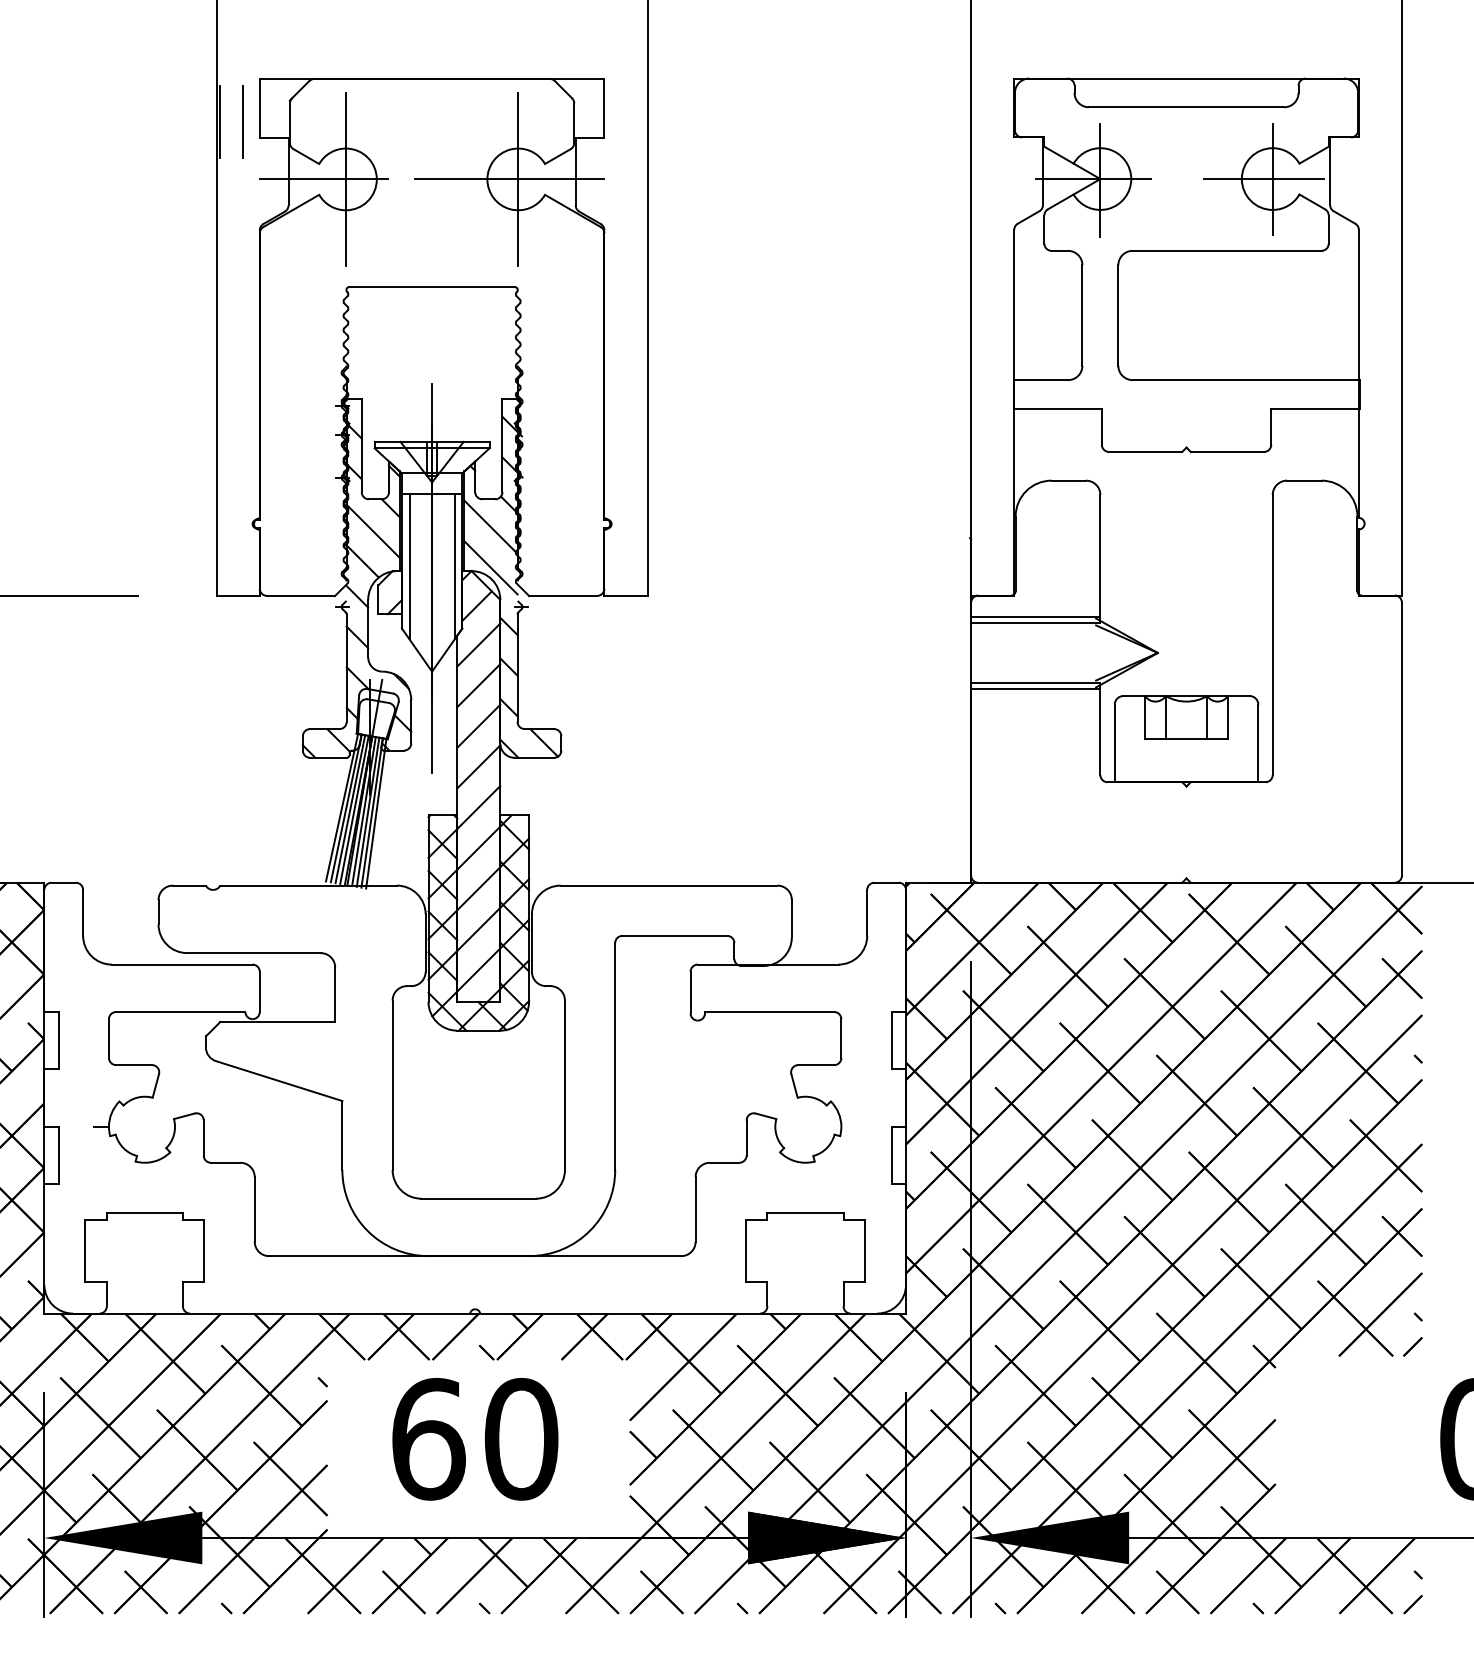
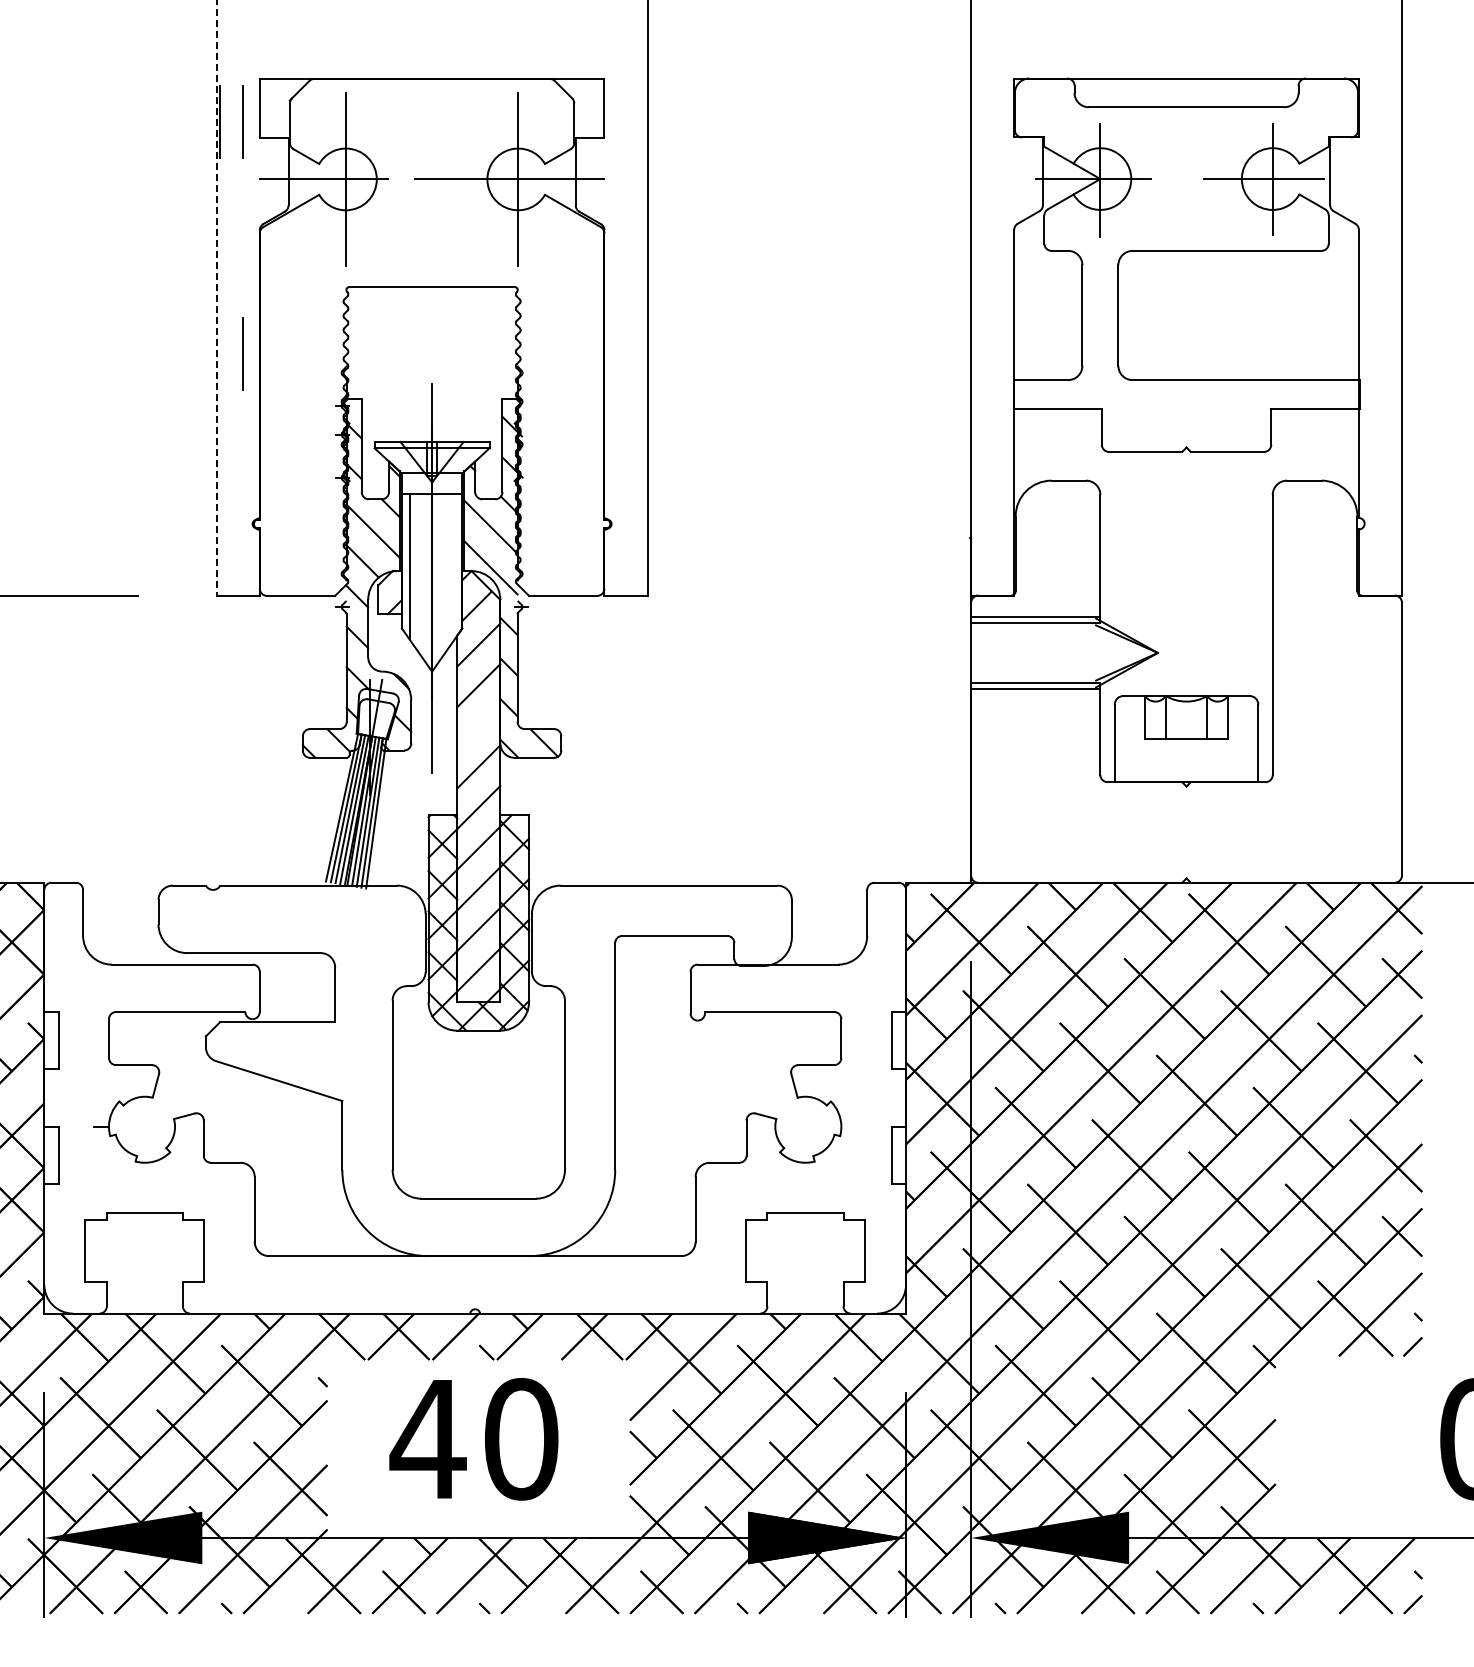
line at (216, 298): solid -> dashed
line at (242, 353): none -> present
line at (454, 566): present -> none
line at (478, 725): present -> none
text at (427, 1438): 60 -> 40
